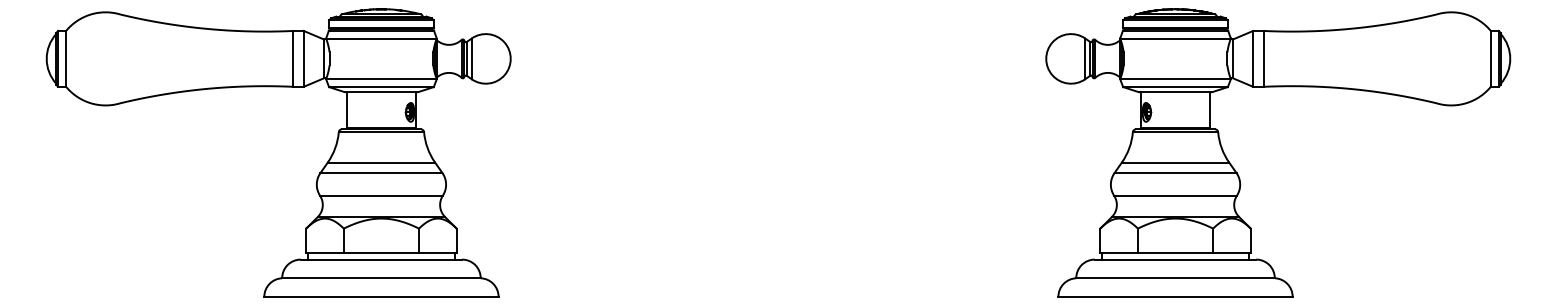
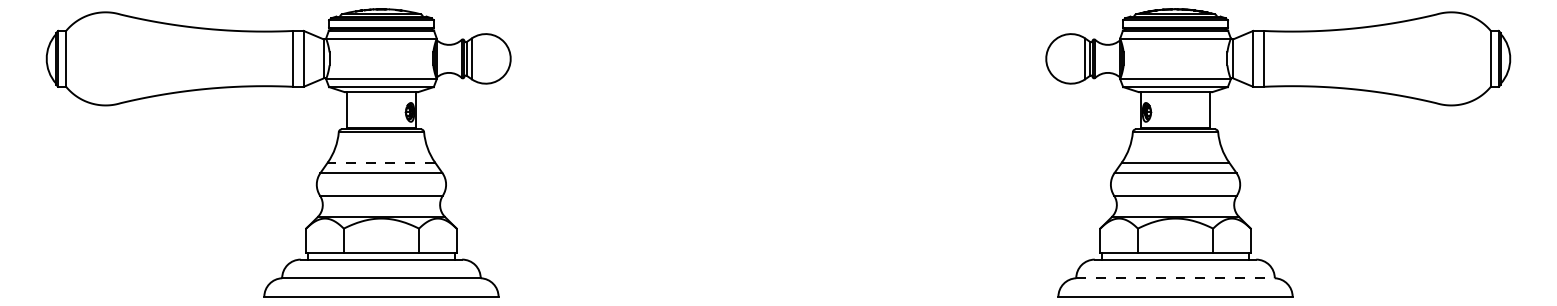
line at (381, 162): solid -> dashed
line at (1176, 278): solid -> dashed
